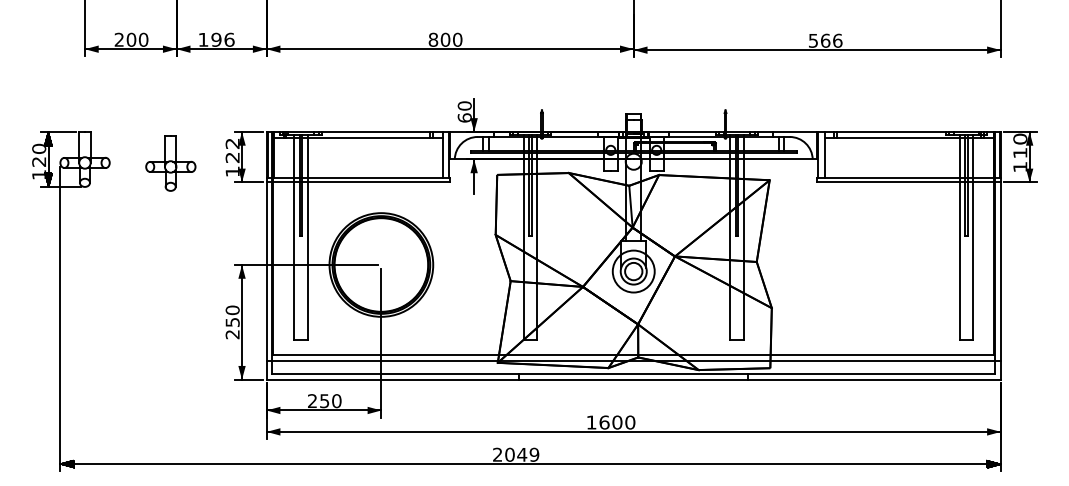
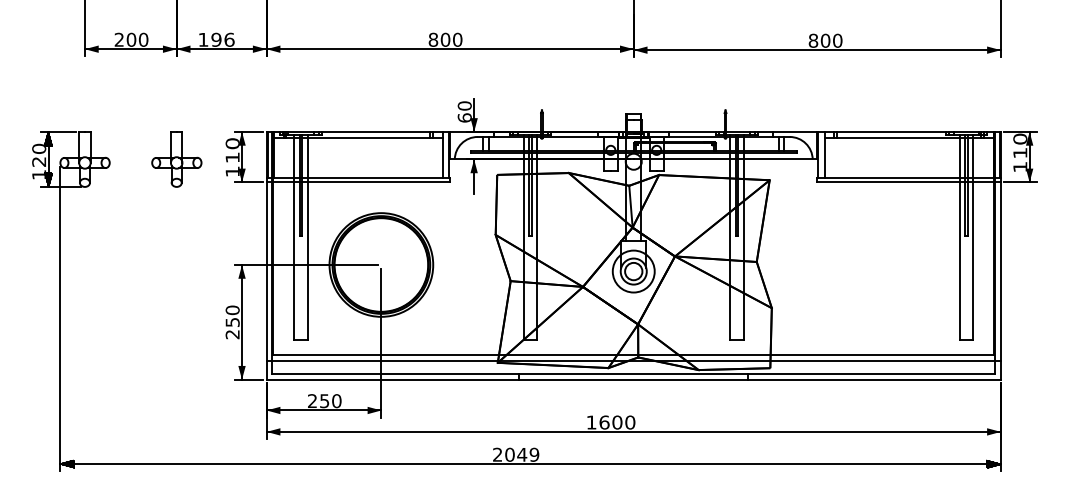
text at (825, 40): 566 -> 800
text at (232, 150): 122 -> 110
part at (170, 163) position: (170, 163) -> (176, 159)
